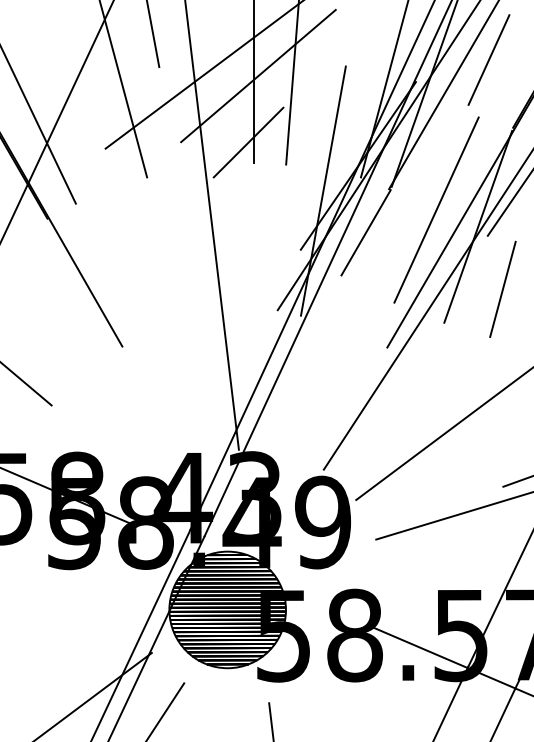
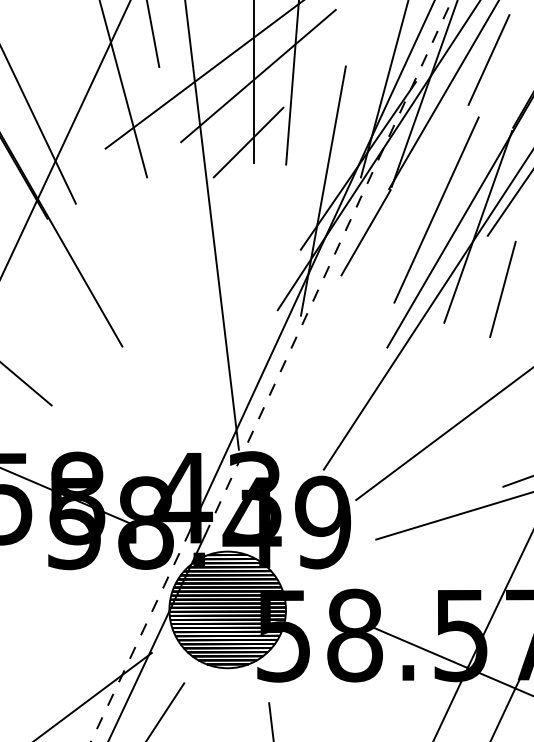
line at (57, 120) position: (57, 120) -> (65, 138)
line at (328, 268): solid -> dashed
line at (140, 635): solid -> dashed
